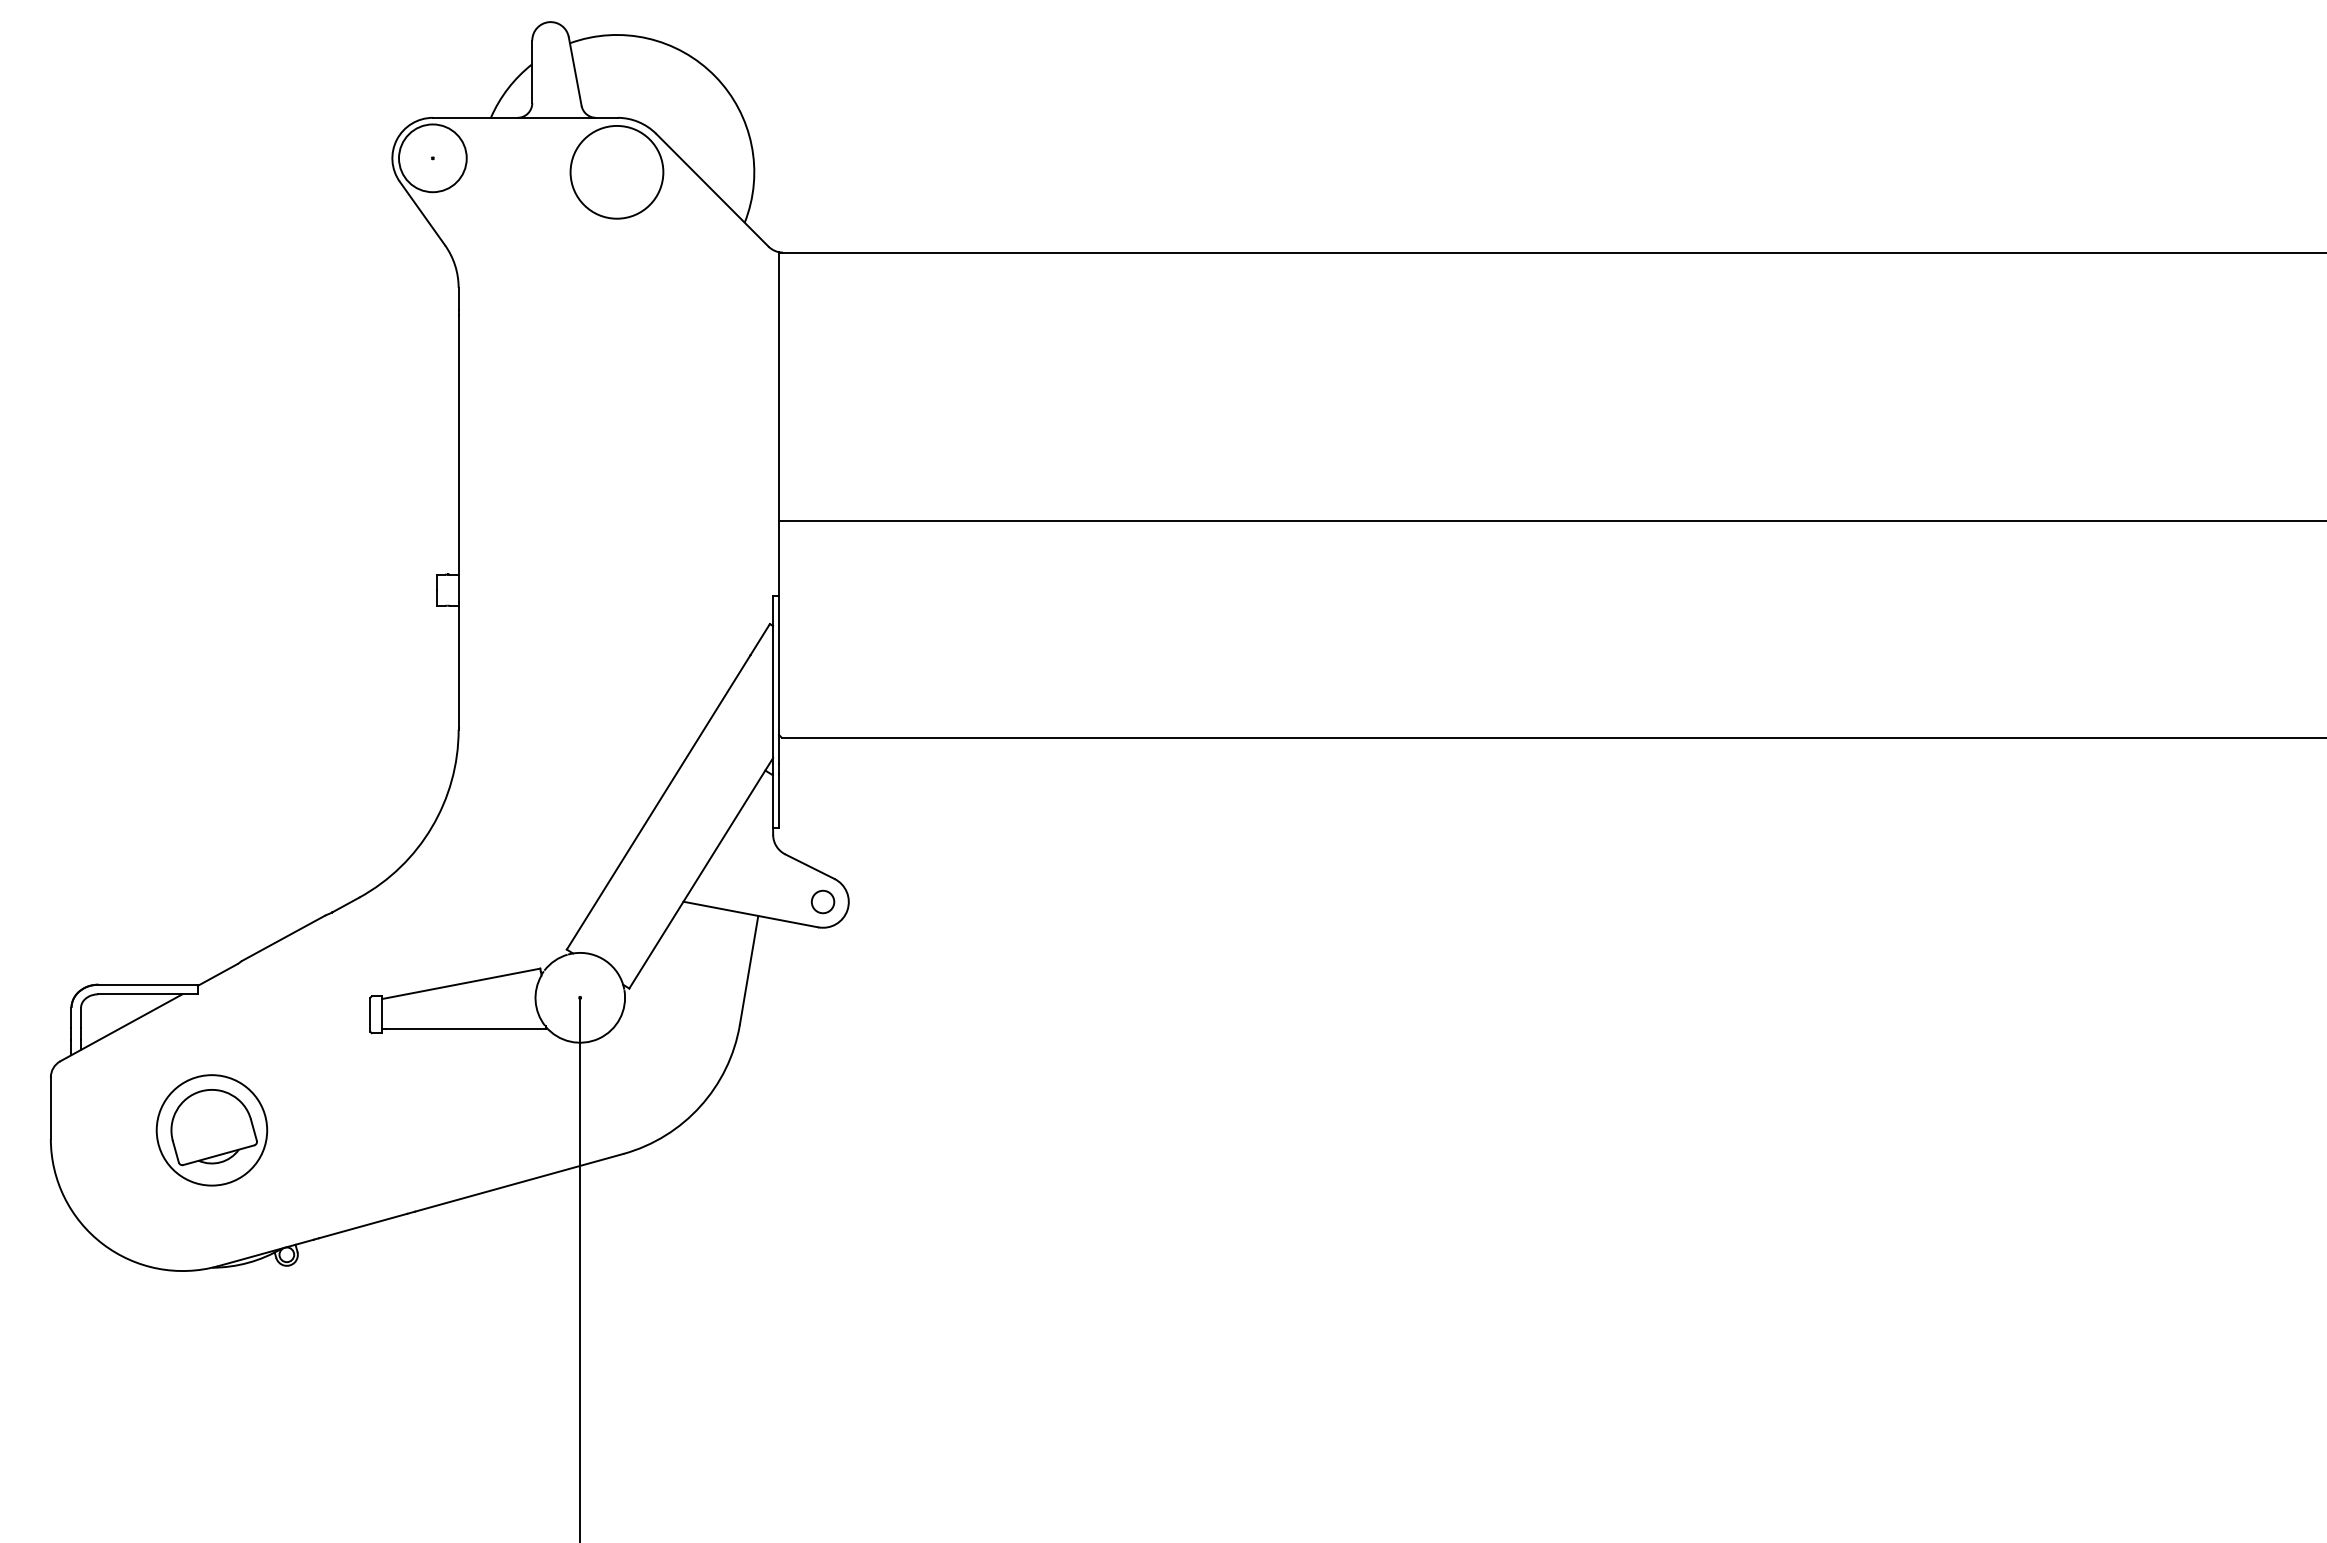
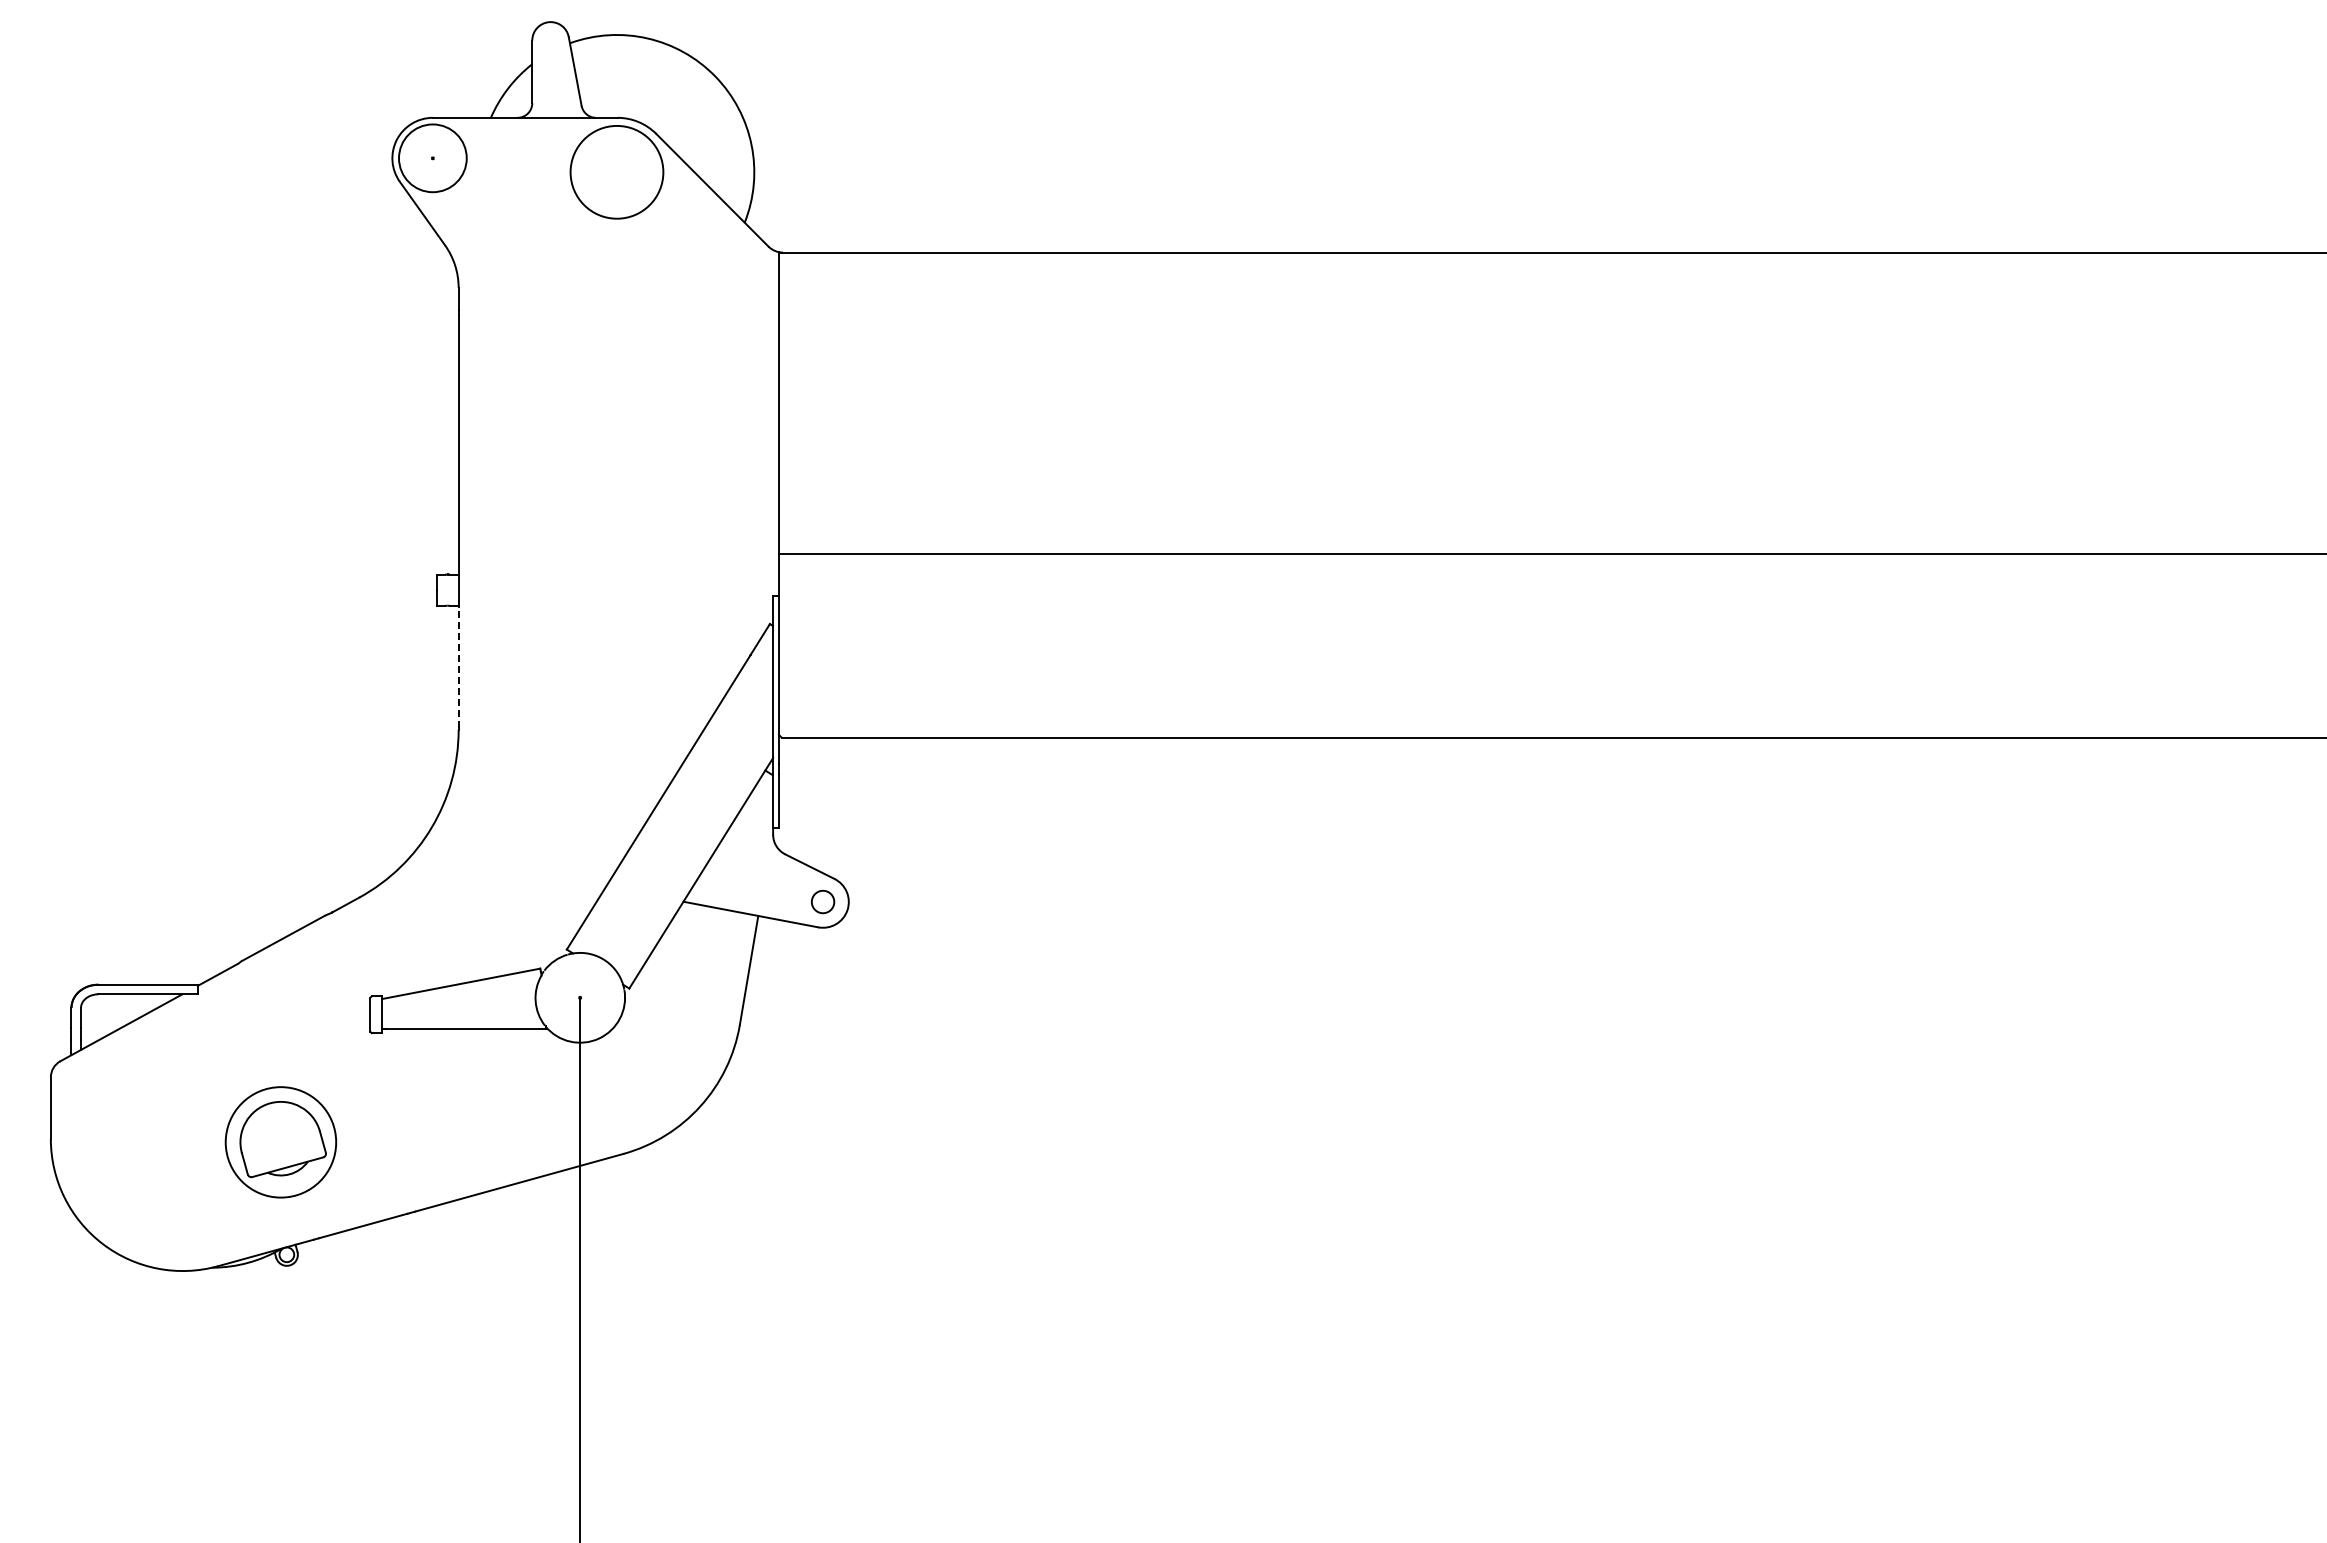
line at (1550, 521) position: (1550, 521) -> (1550, 554)
line at (458, 667): solid -> dashed
part at (211, 1130) position: (211, 1130) -> (280, 1142)
